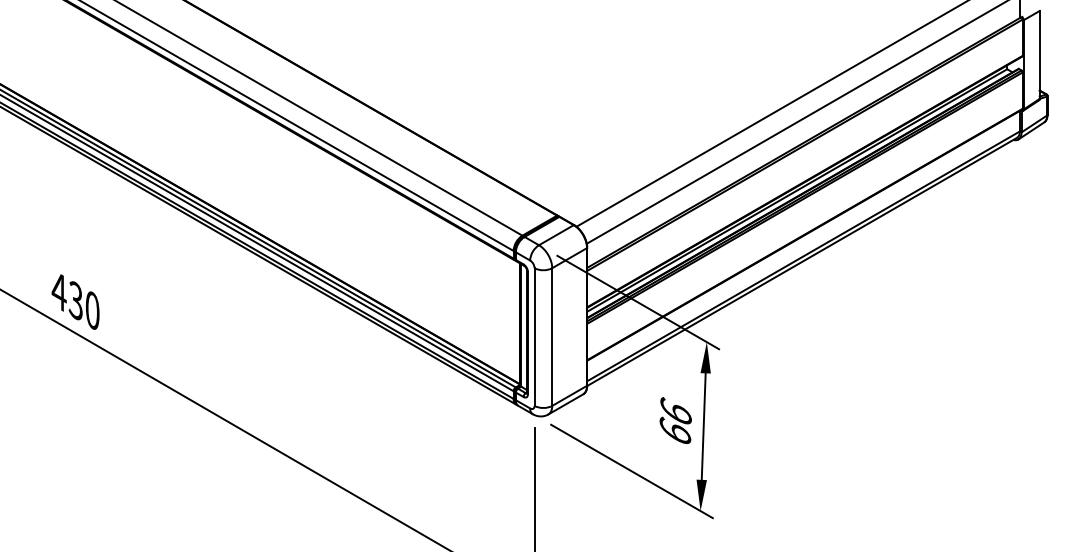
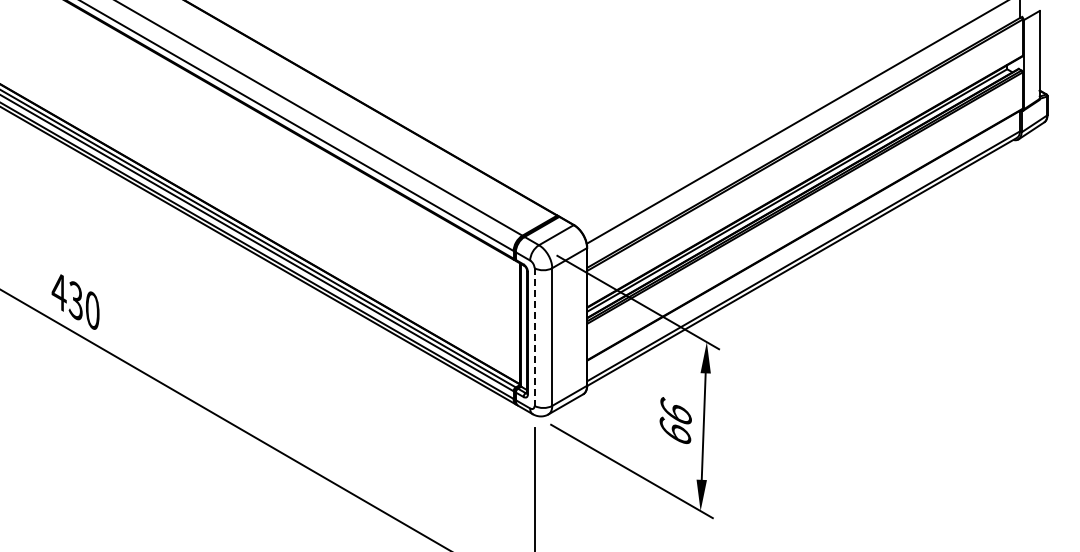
line at (770, 114): present -> none
line at (534, 337): solid -> dashed
